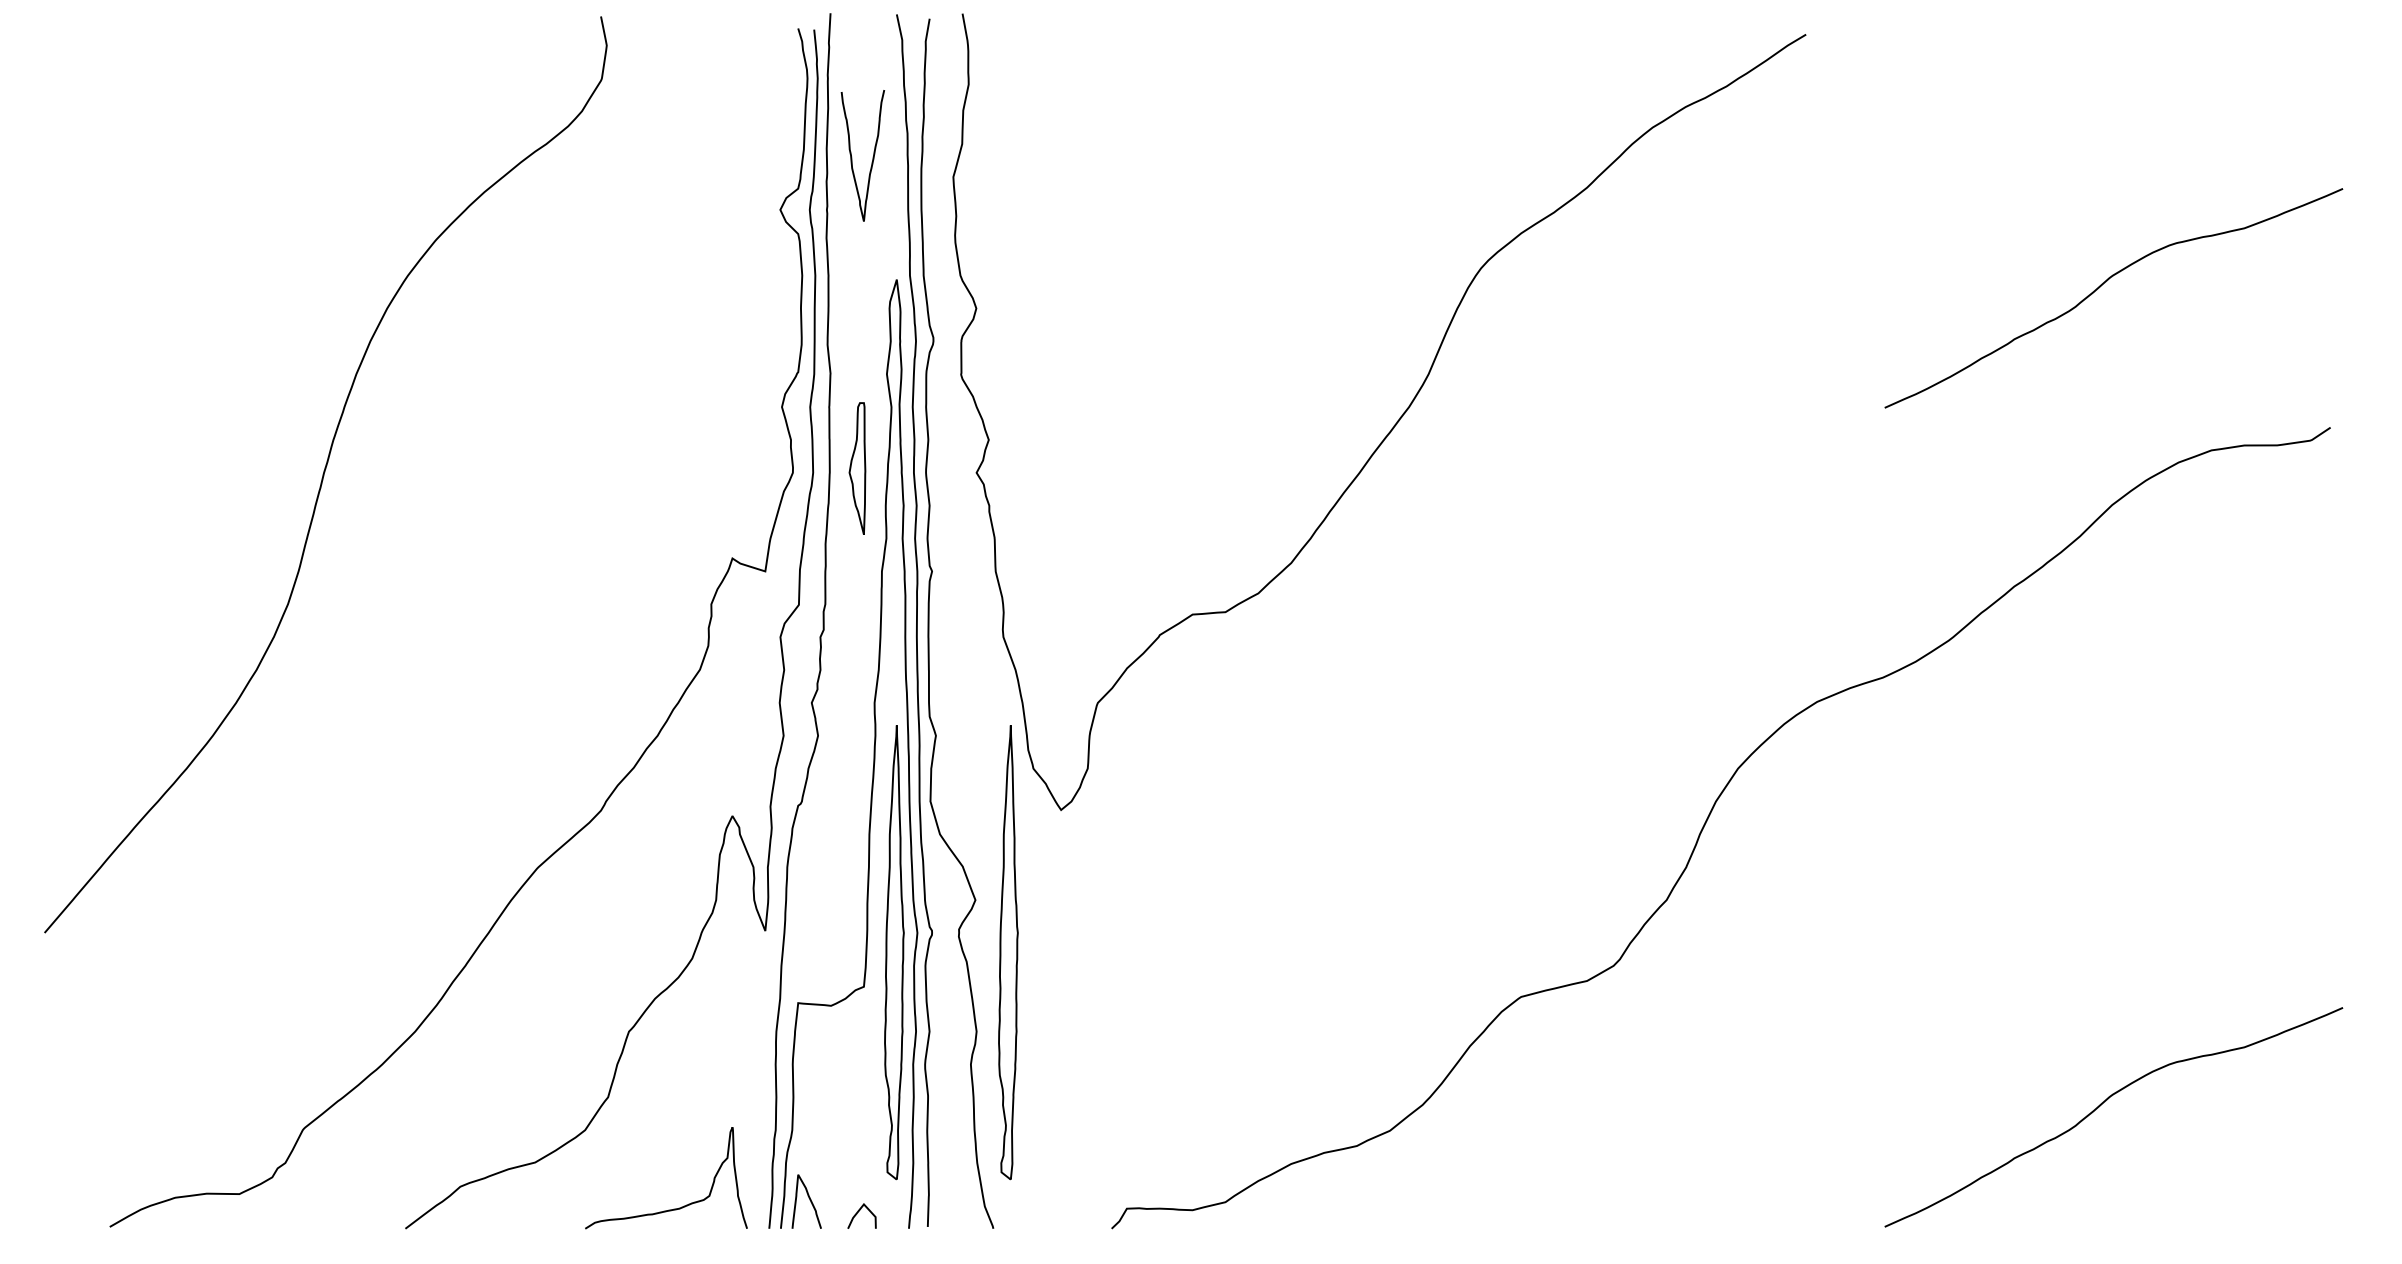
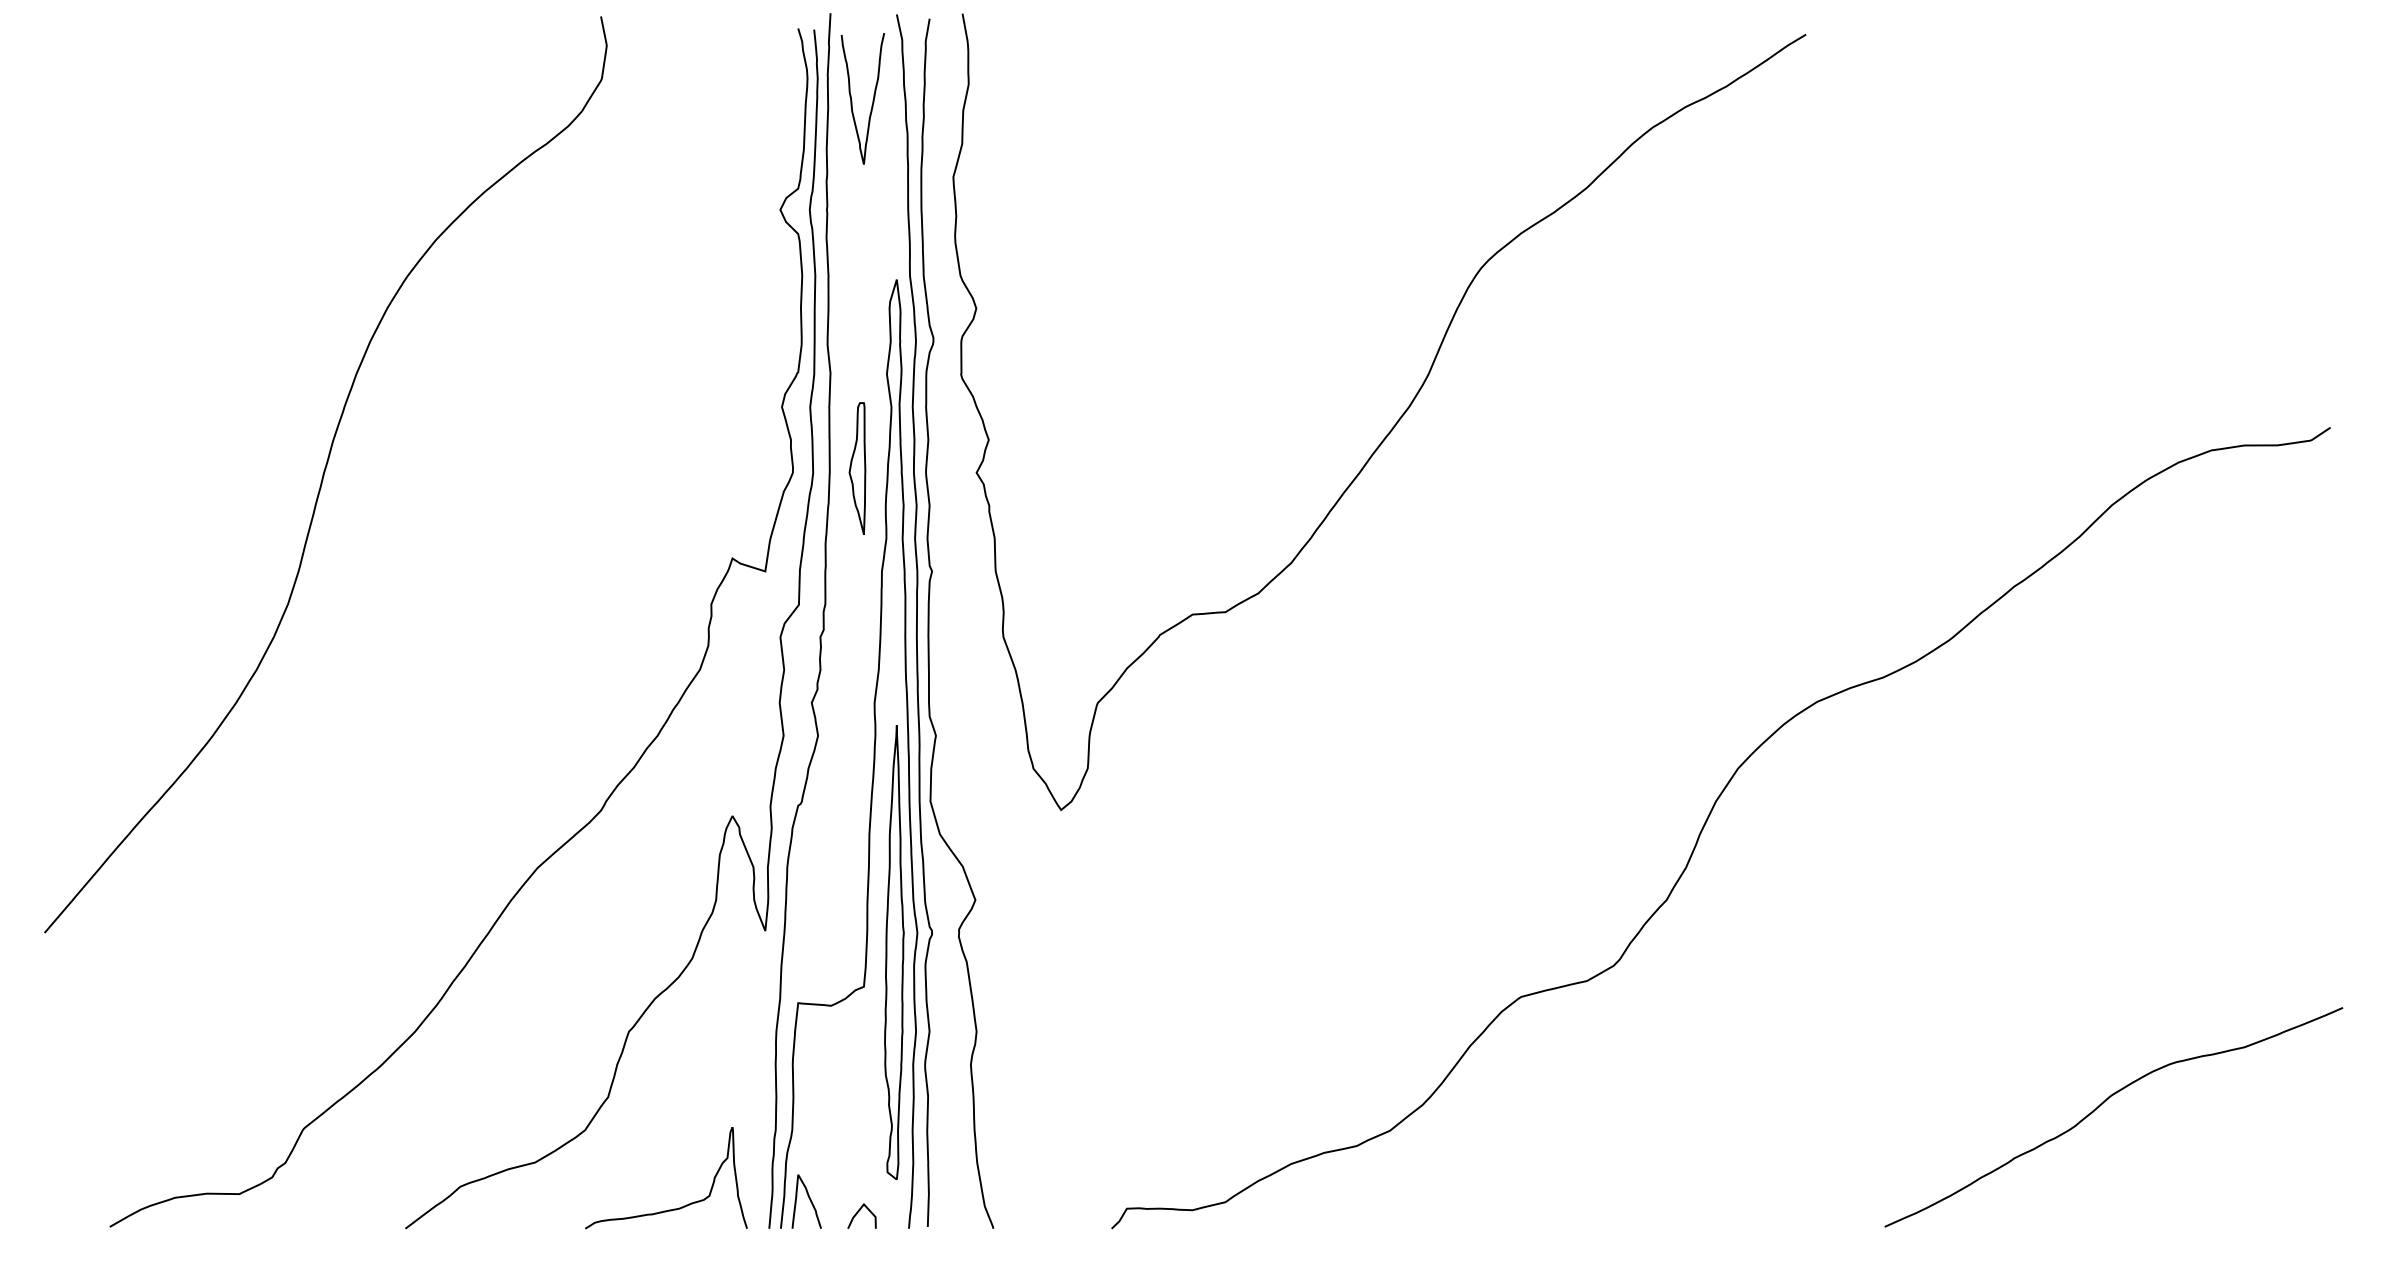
curve at (852, 157) position: (852, 157) -> (852, 100)
curve at (2101, 286): present -> none
part at (1008, 952): present -> none
